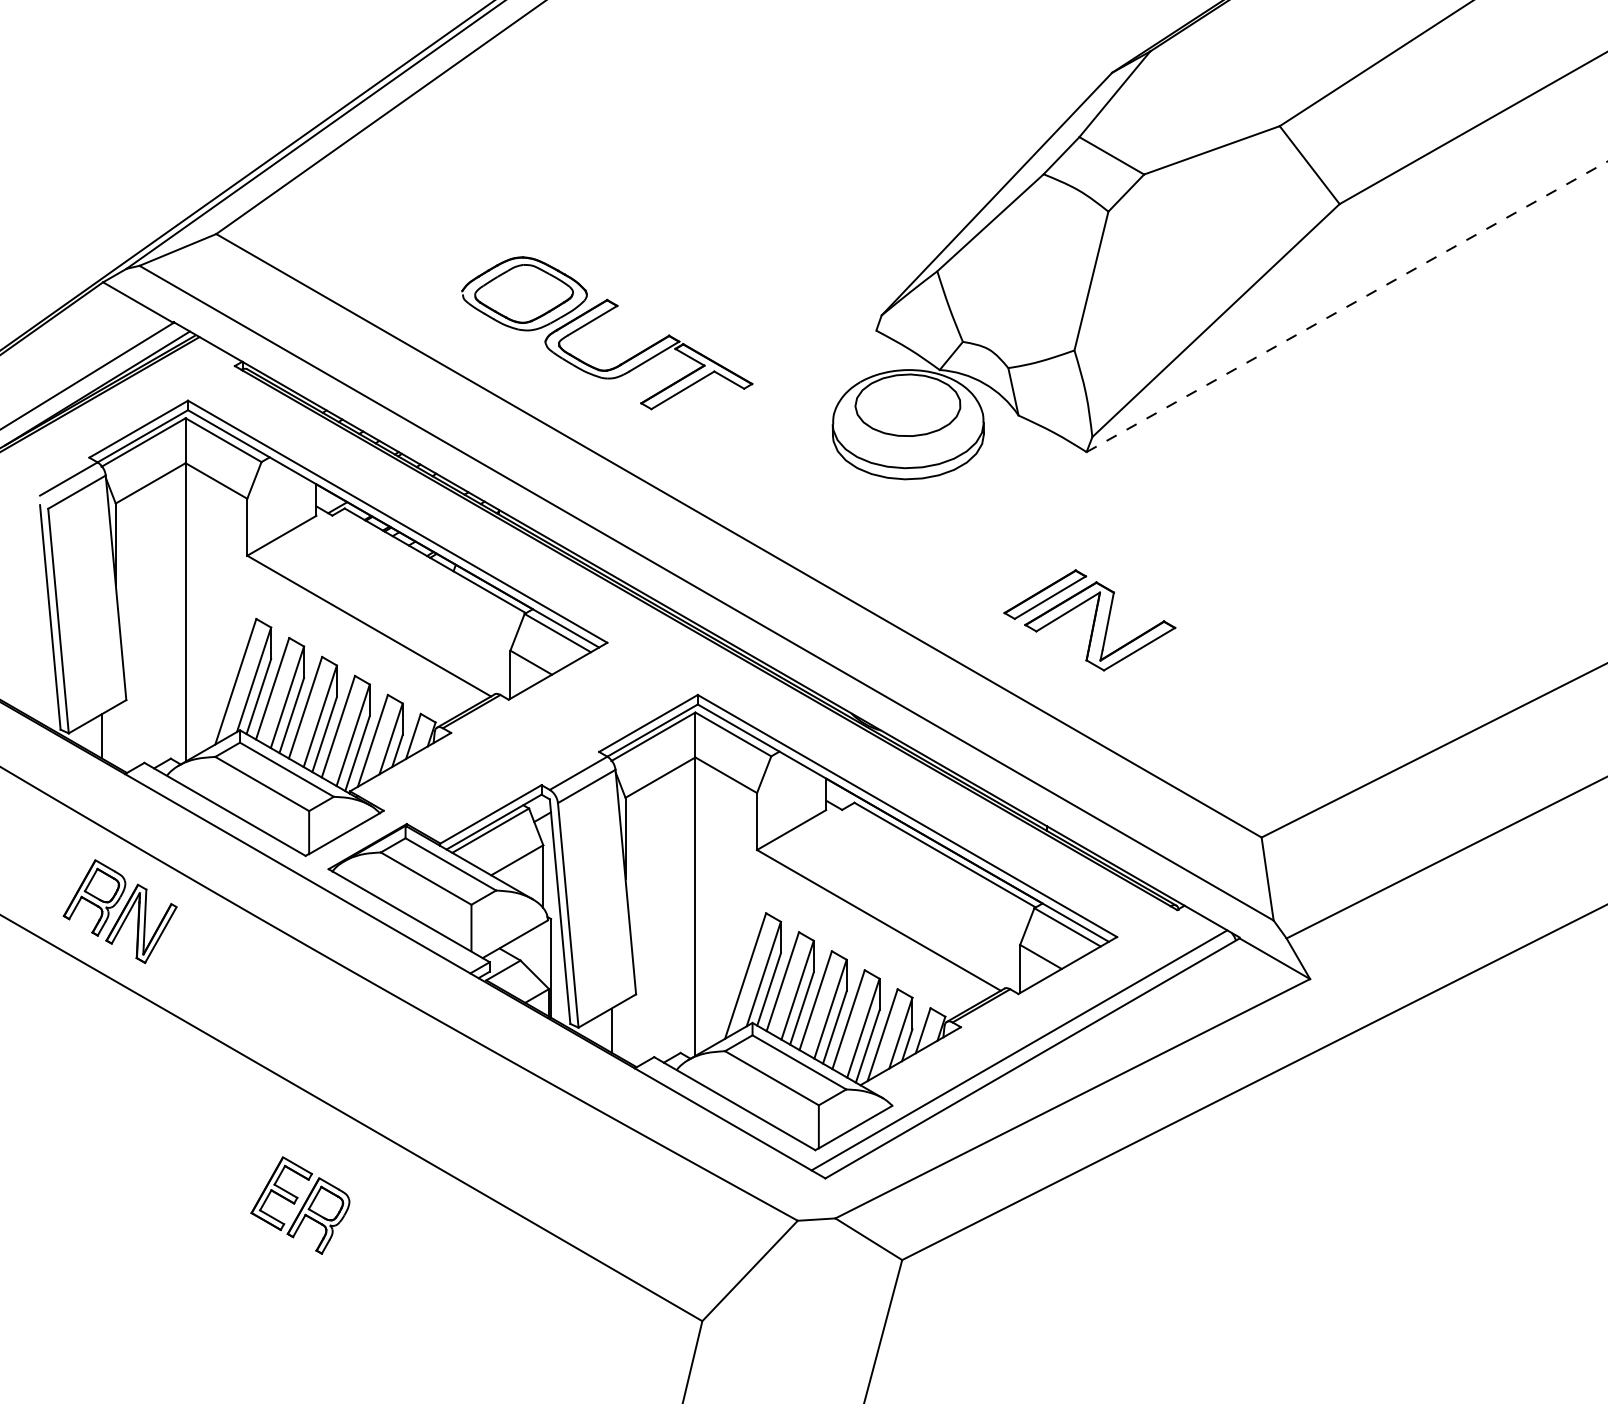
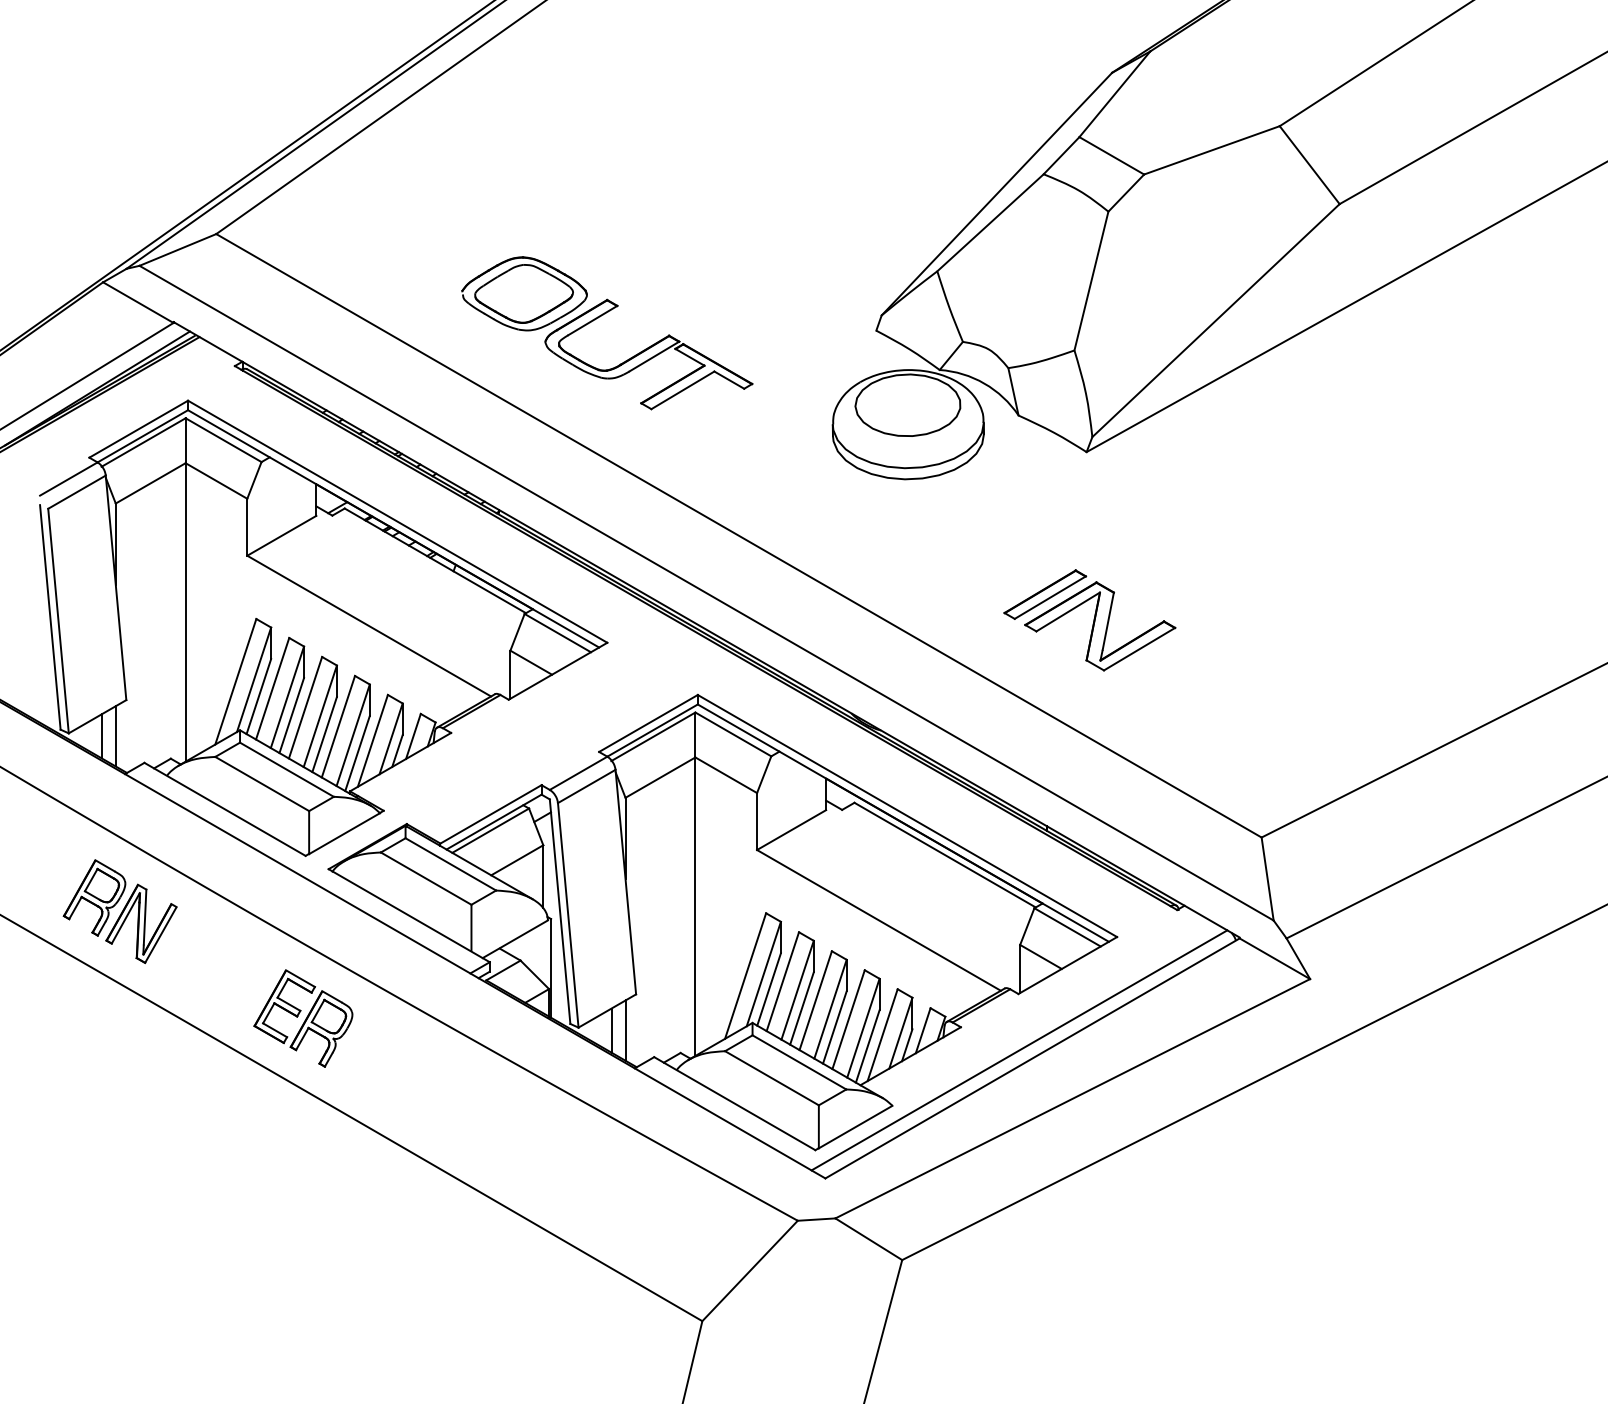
line at (1347, 306): dashed -> solid
line at (115, 736): none -> present
line at (625, 1030): none -> present
part at (300, 1205) position: (300, 1205) -> (303, 1018)
